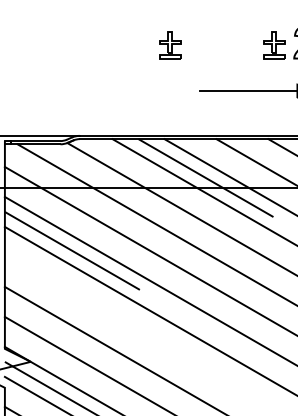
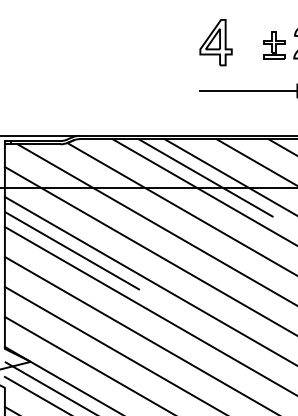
part at (215, 42): none -> present
part at (170, 45): present -> none
line at (139, 334): none -> present
